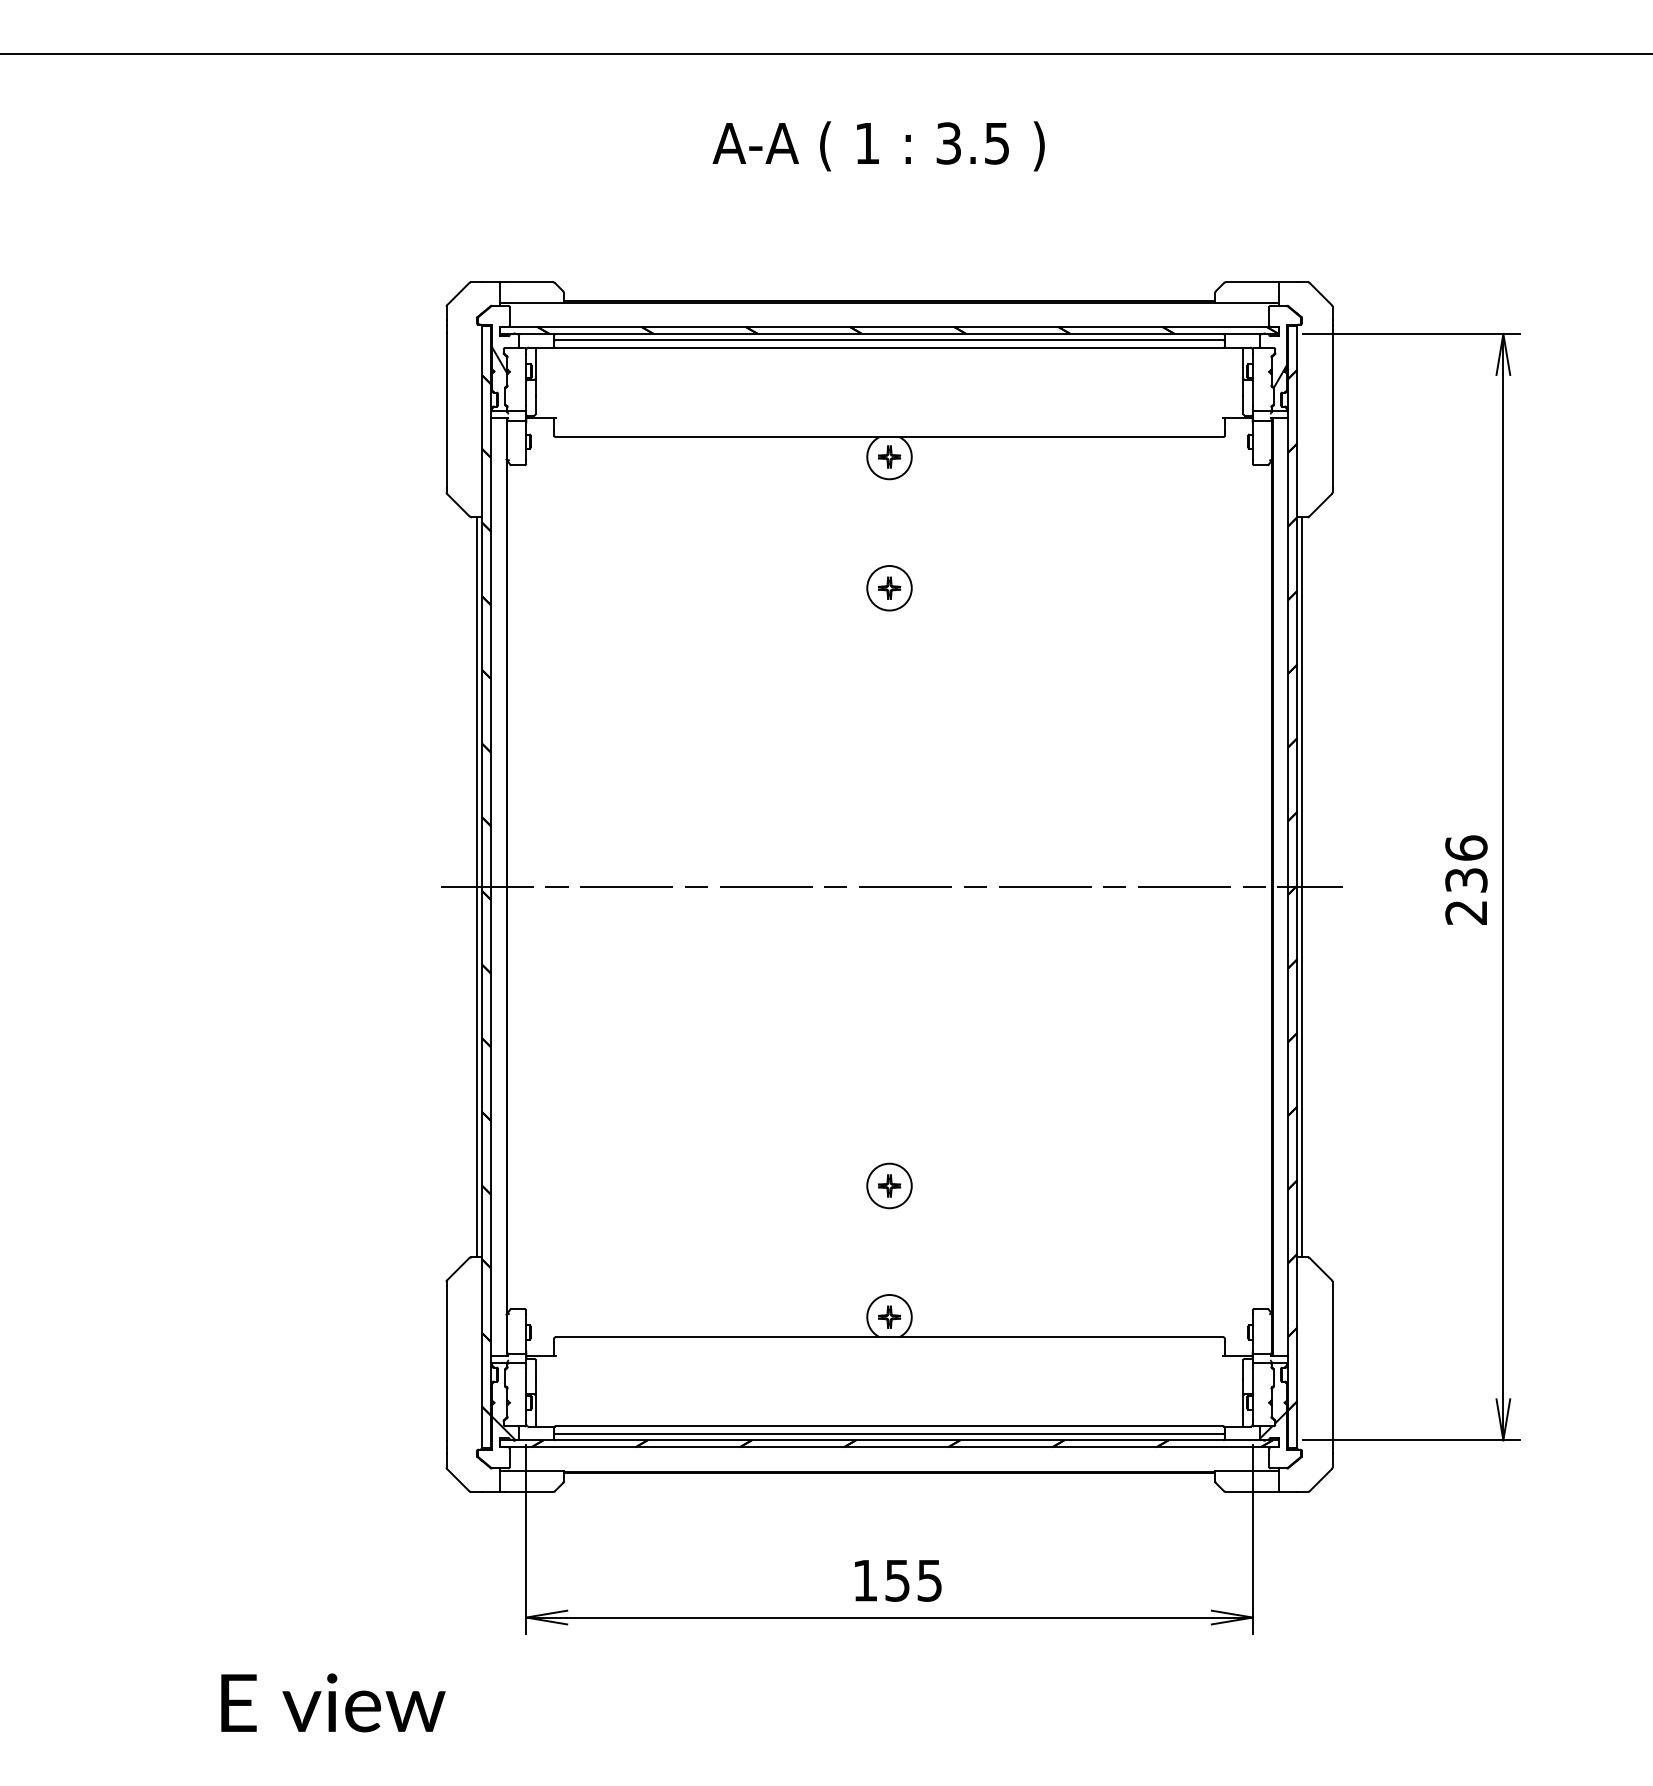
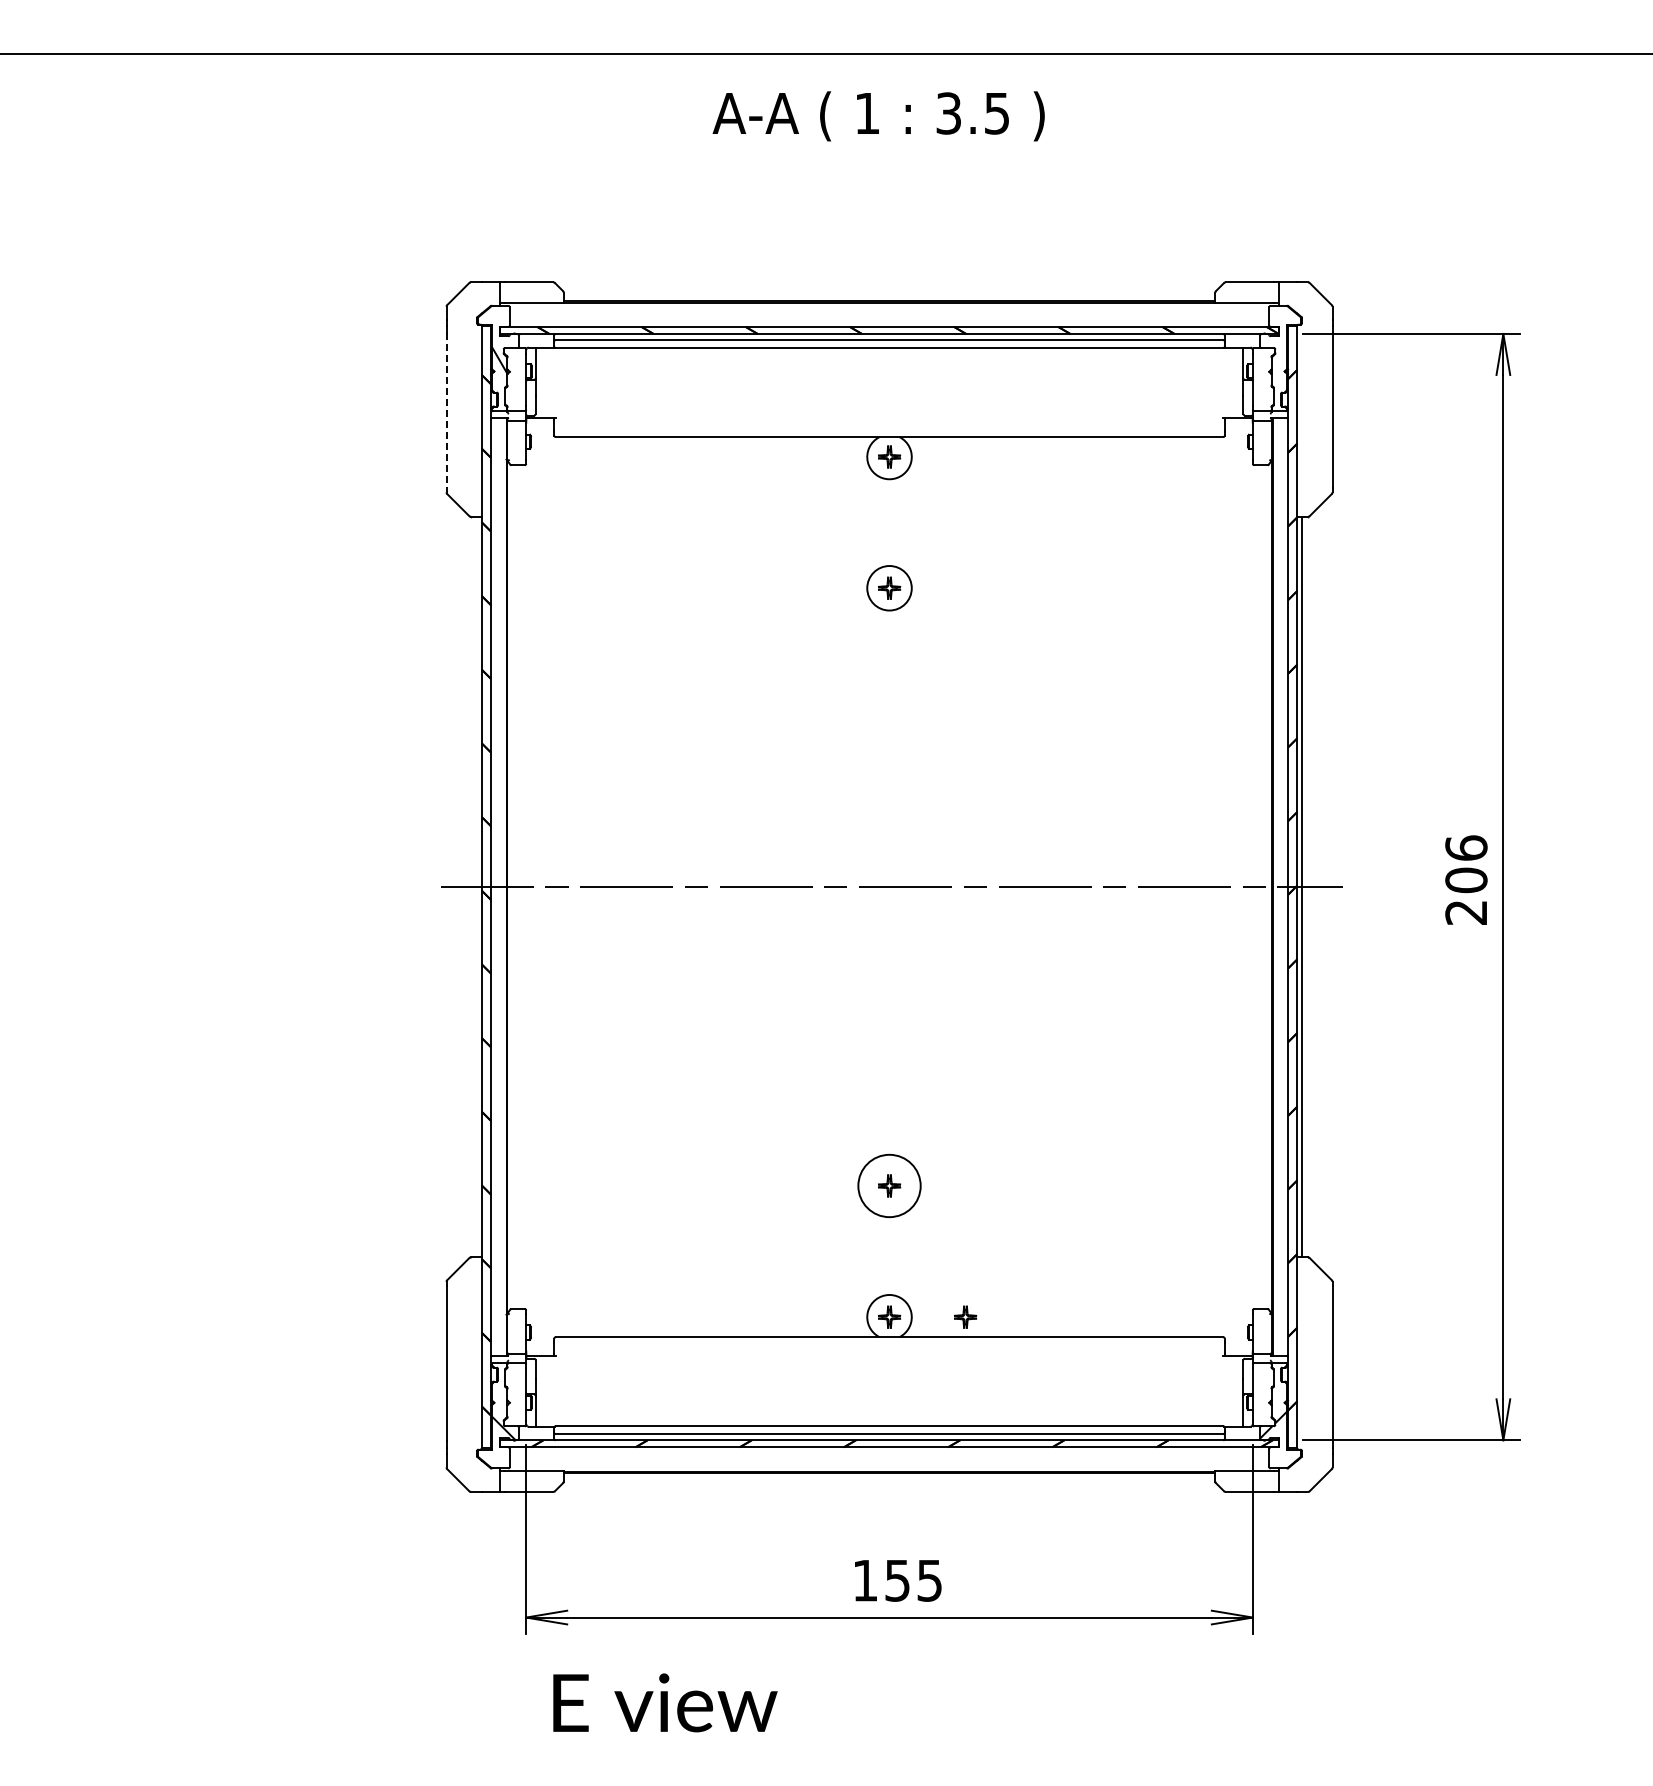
text at (878, 146) position: (878, 146) -> (878, 116)
hatch at (1280, 375): present -> none
line at (446, 410): solid -> dashed
text at (1466, 880): 236 -> 206
line at (476, 886): present -> none
circle at (889, 1185) diameter: 45 px -> 62 px
part at (965, 1316): none -> present
text at (333, 1702) position: (333, 1702) -> (665, 1702)
